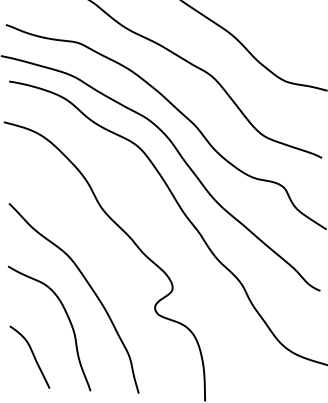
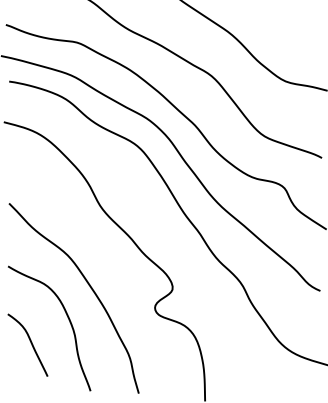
curve at (32, 355) position: (32, 355) -> (30, 343)
